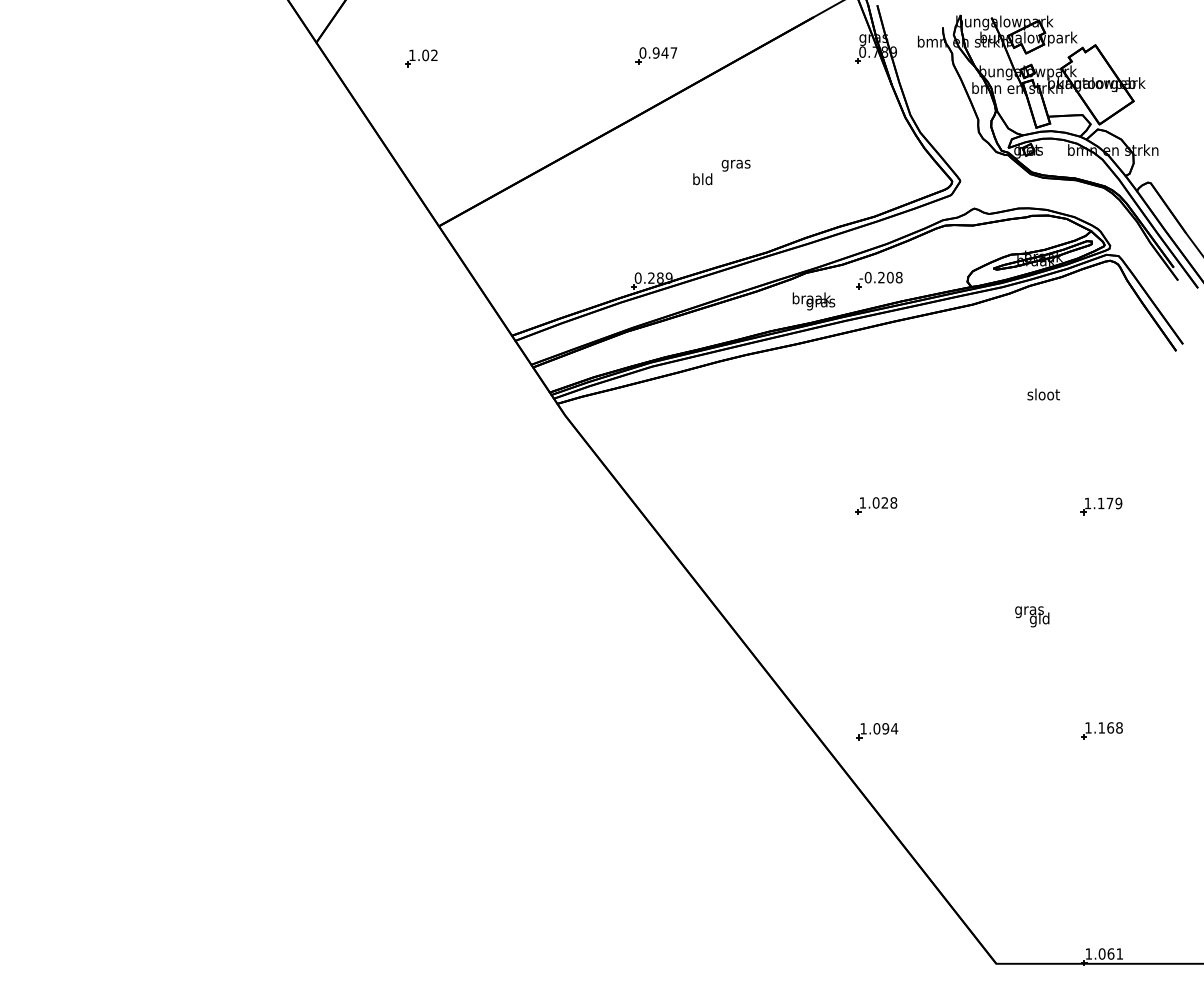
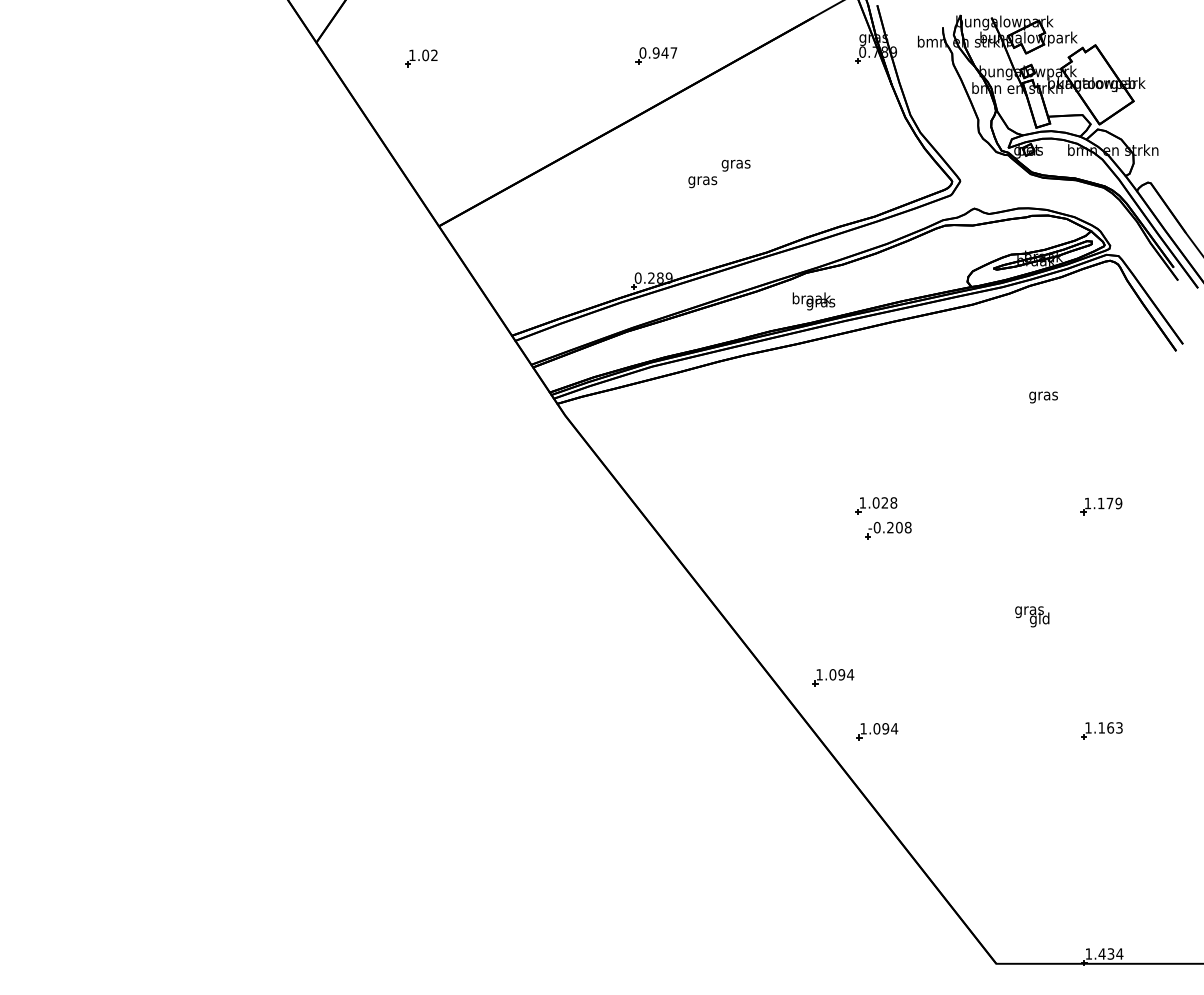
text at (702, 180): bld -> gras
part at (879, 280) position: (879, 280) -> (888, 530)
text at (1043, 395): sloot -> gras
part at (833, 677): none -> present
text at (1119, 727): 1.168 -> 1.163
text at (1110, 953): 1.061 -> 1.434
